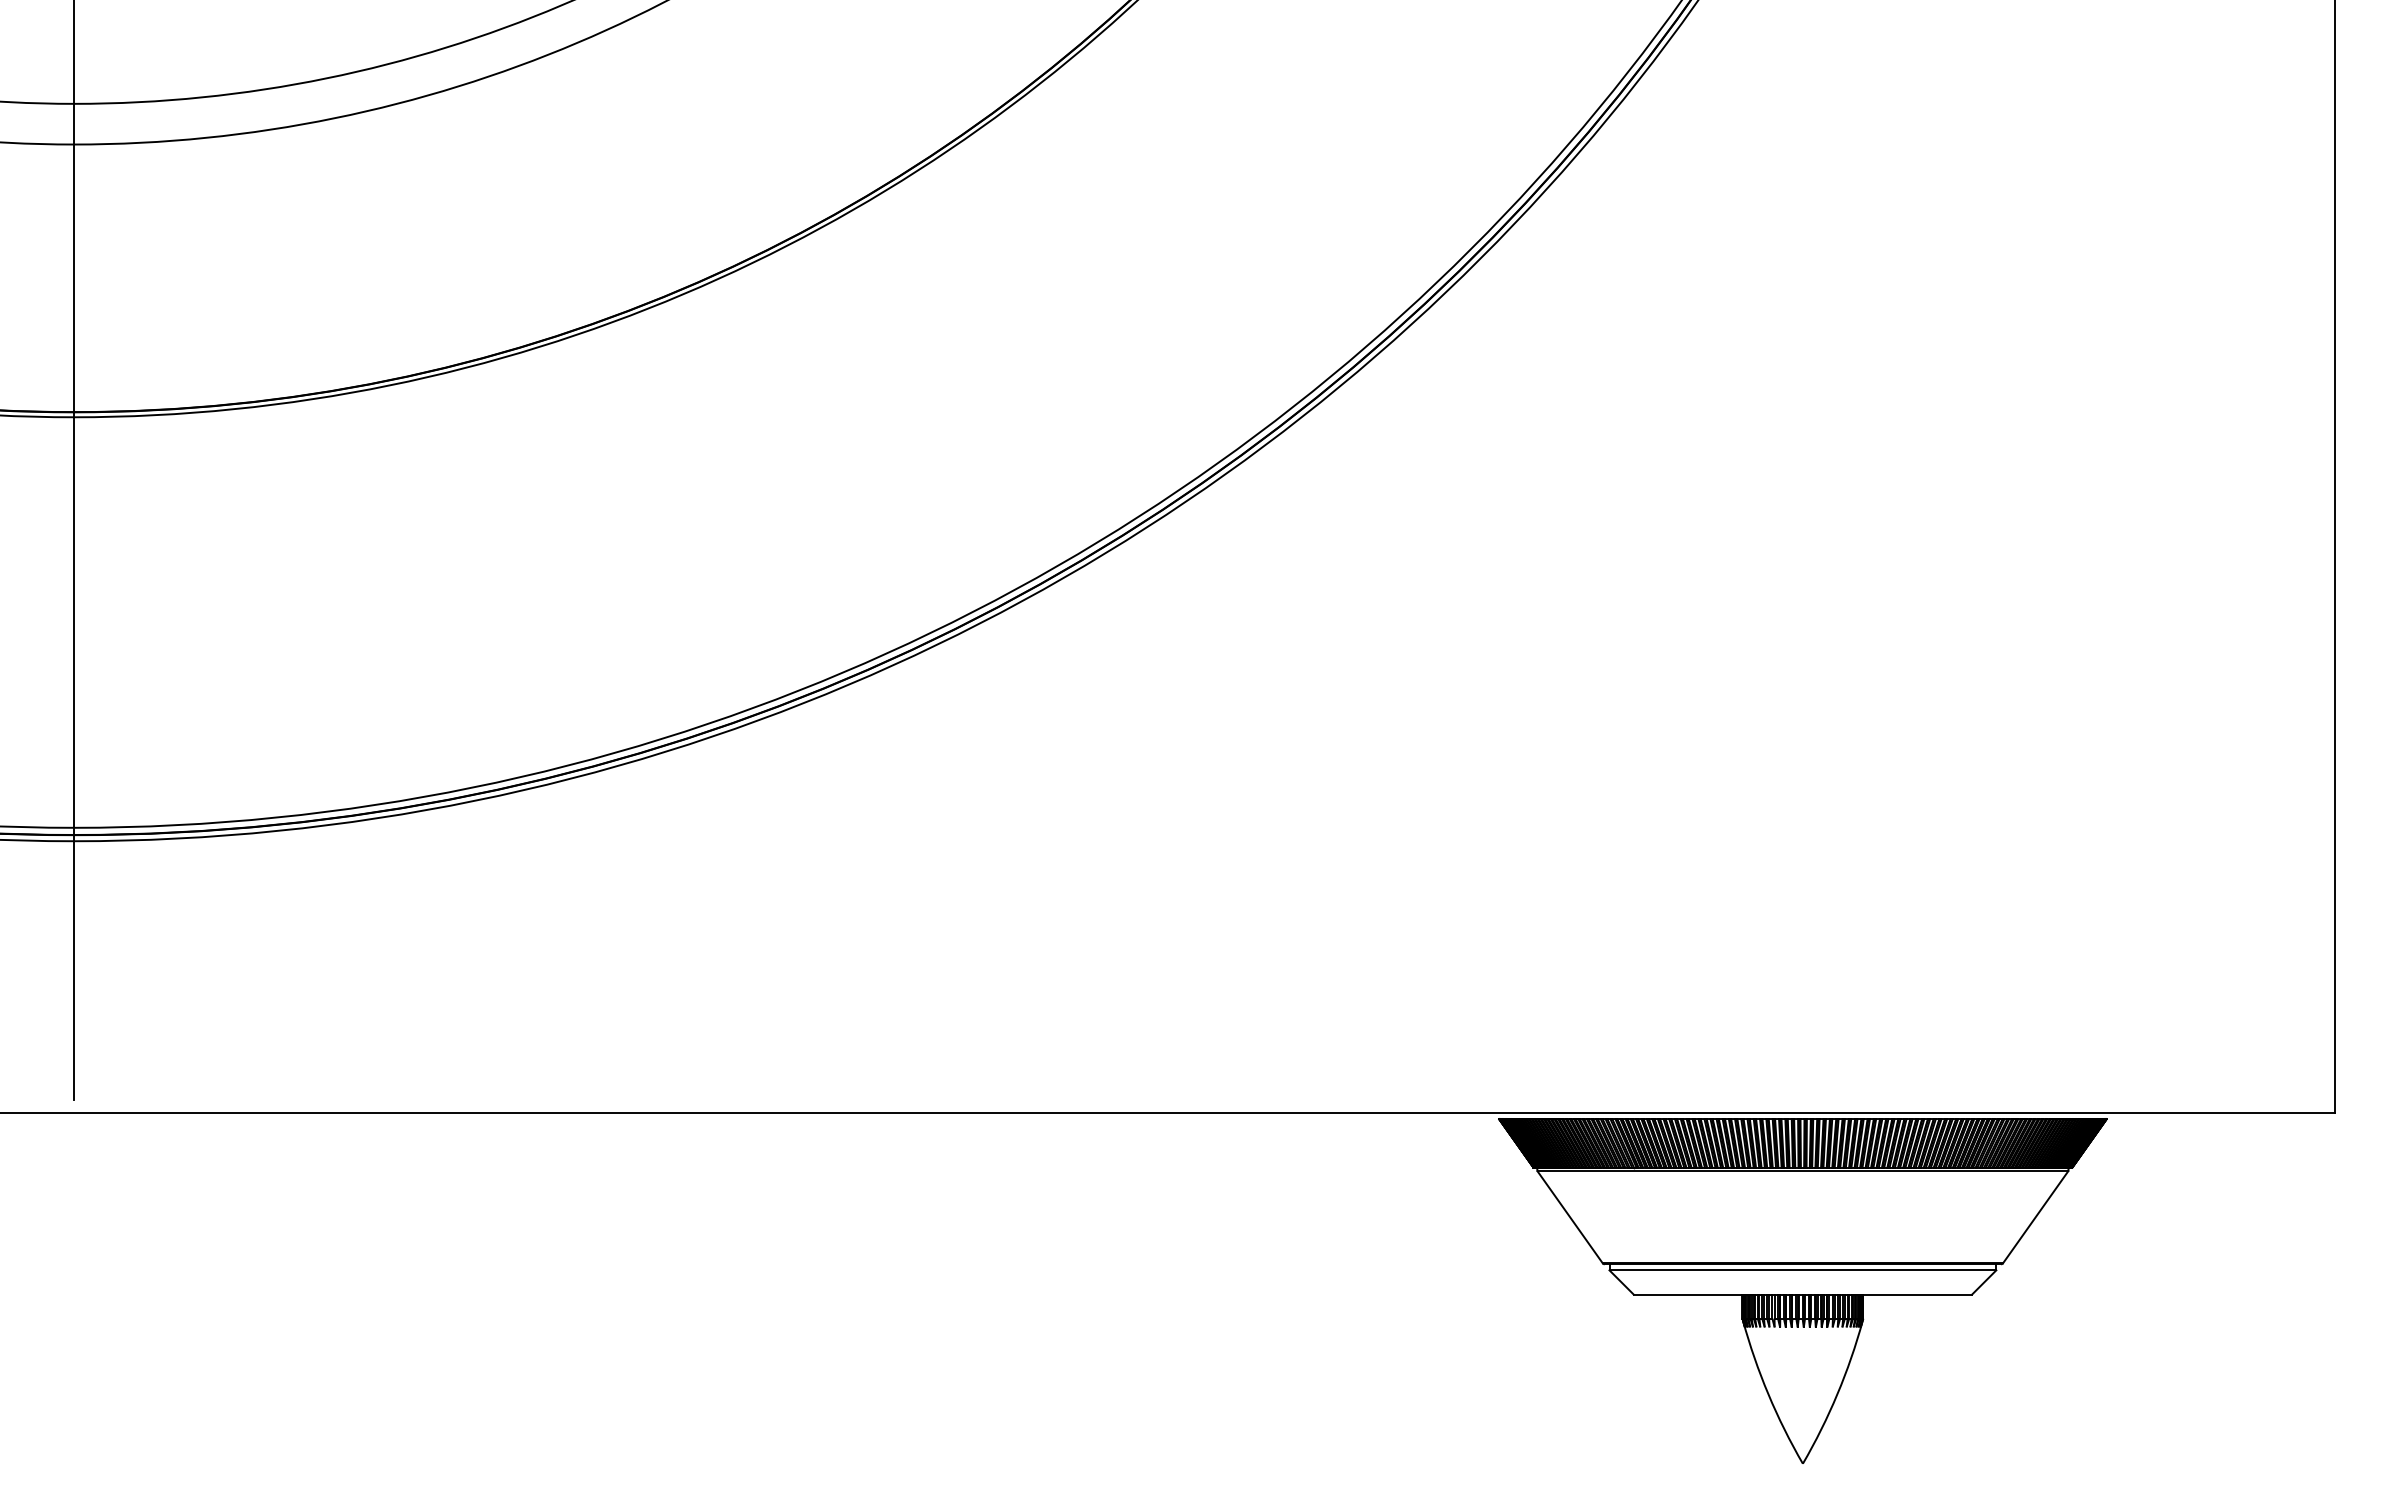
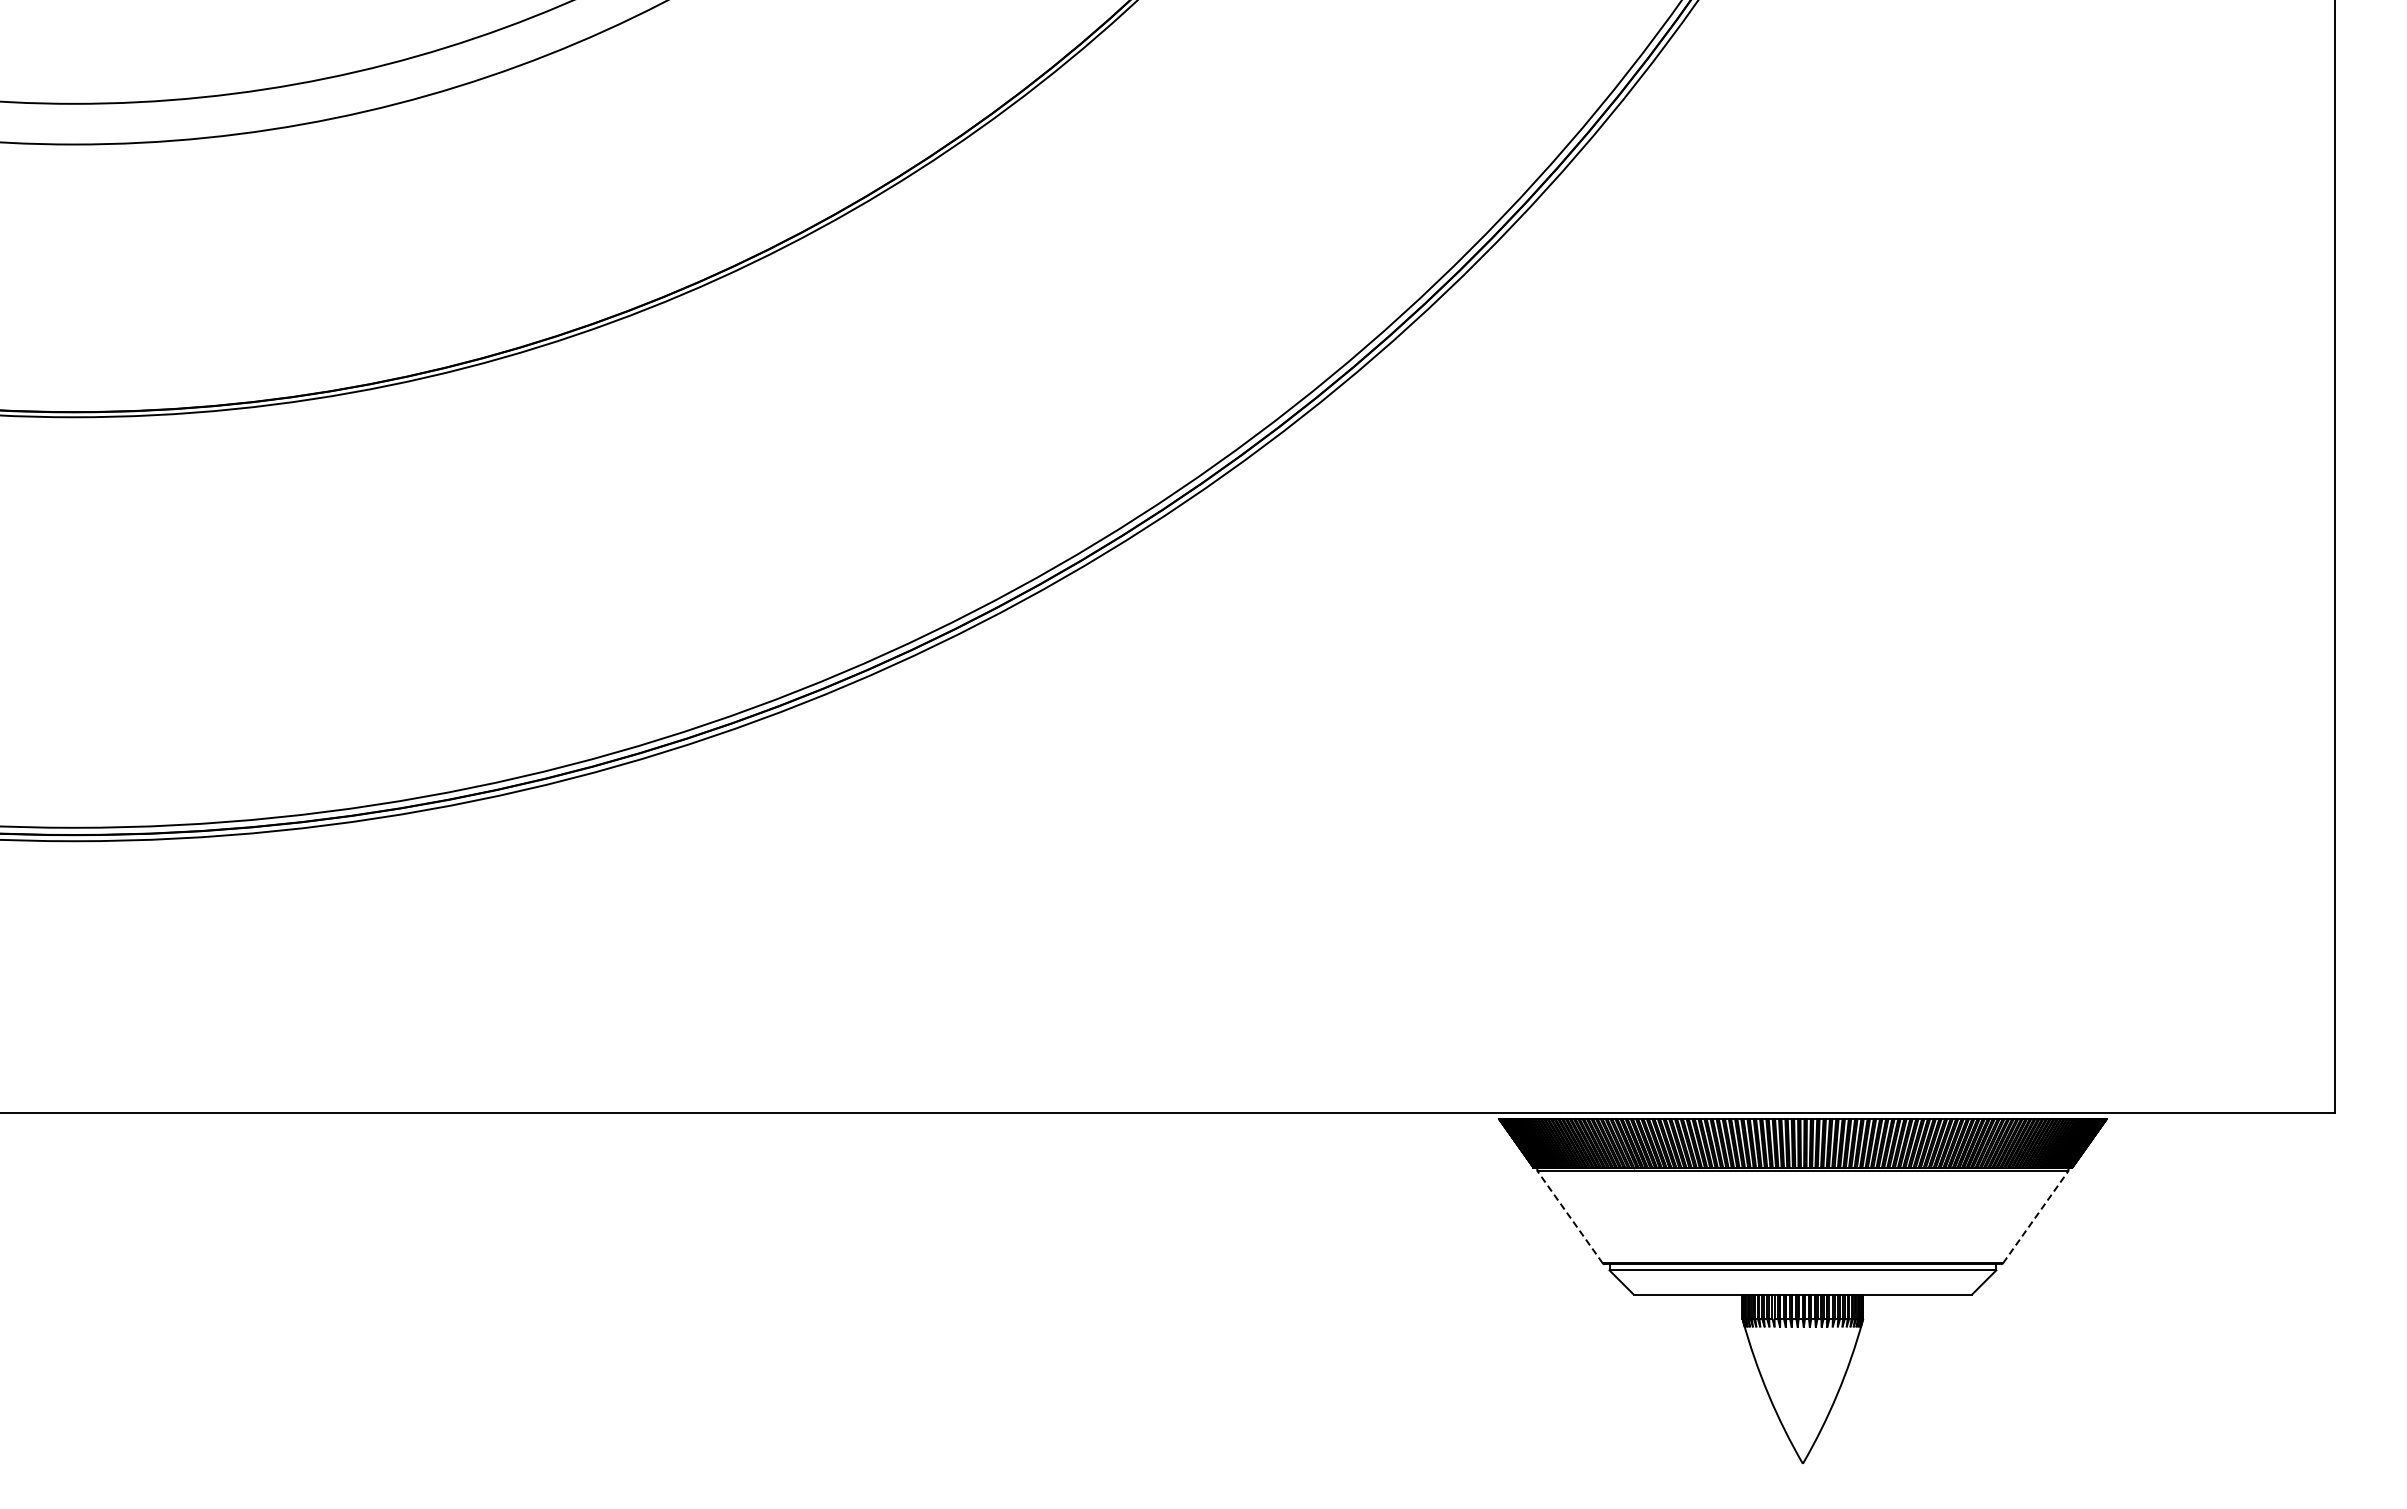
line at (74, 550): present -> none
line at (1569, 1216): solid -> dashed
line at (2035, 1216): solid -> dashed
